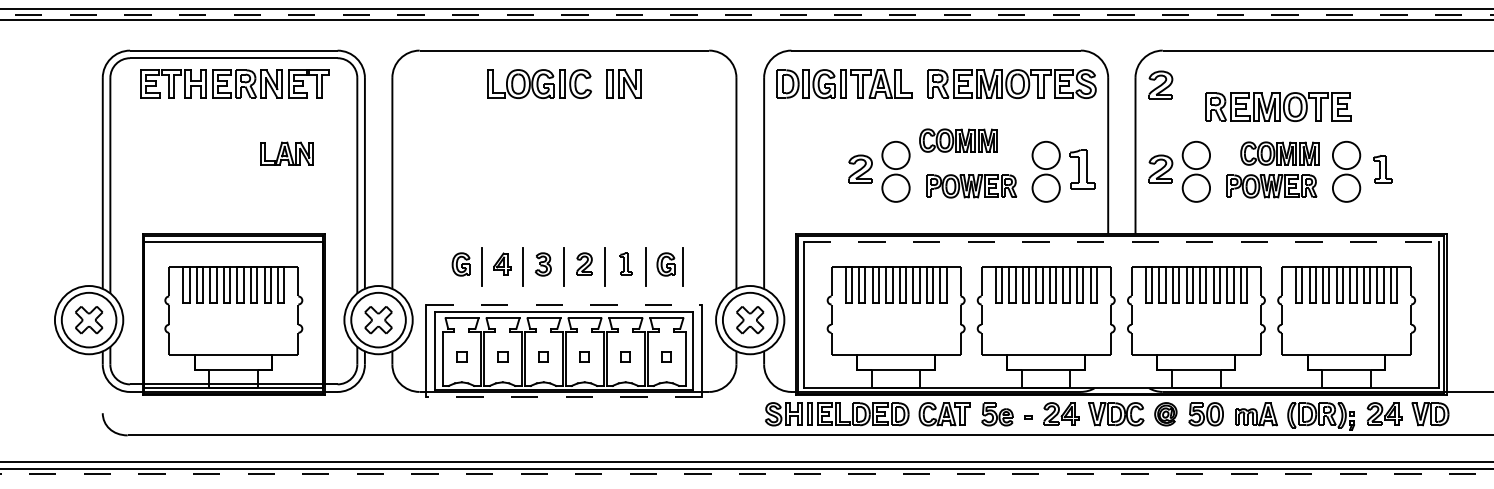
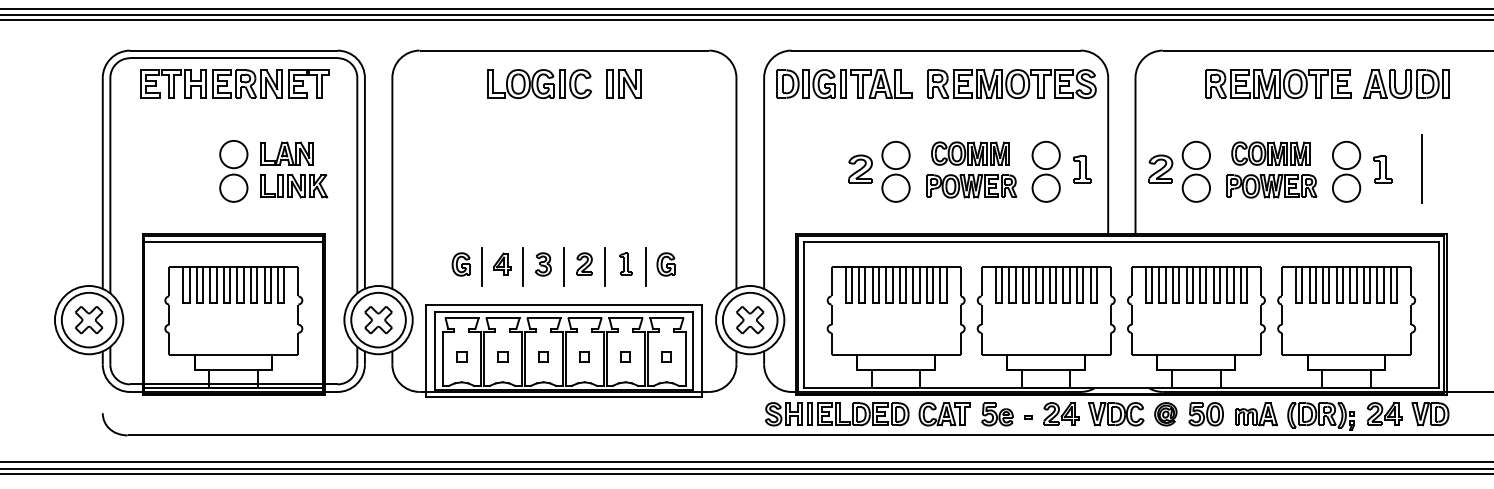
line at (747, 14): dashed -> solid
part at (1406, 83): none -> present
part at (1160, 84): present -> none
part at (1278, 106) position: (1278, 106) -> (1278, 83)
part at (958, 140) position: (958, 140) -> (970, 153)
part at (1279, 153) position: (1279, 153) -> (1270, 153)
line at (1421, 168): none -> present
part at (1082, 169) size: 27x41 px -> 19x29 px
part at (233, 171): none -> present
part at (294, 186): none -> present
line at (1121, 242): dashed -> solid
line at (682, 266): present -> none
line at (564, 305): dashed -> solid
line at (564, 396): dashed -> solid
line at (747, 474): dashed -> solid
